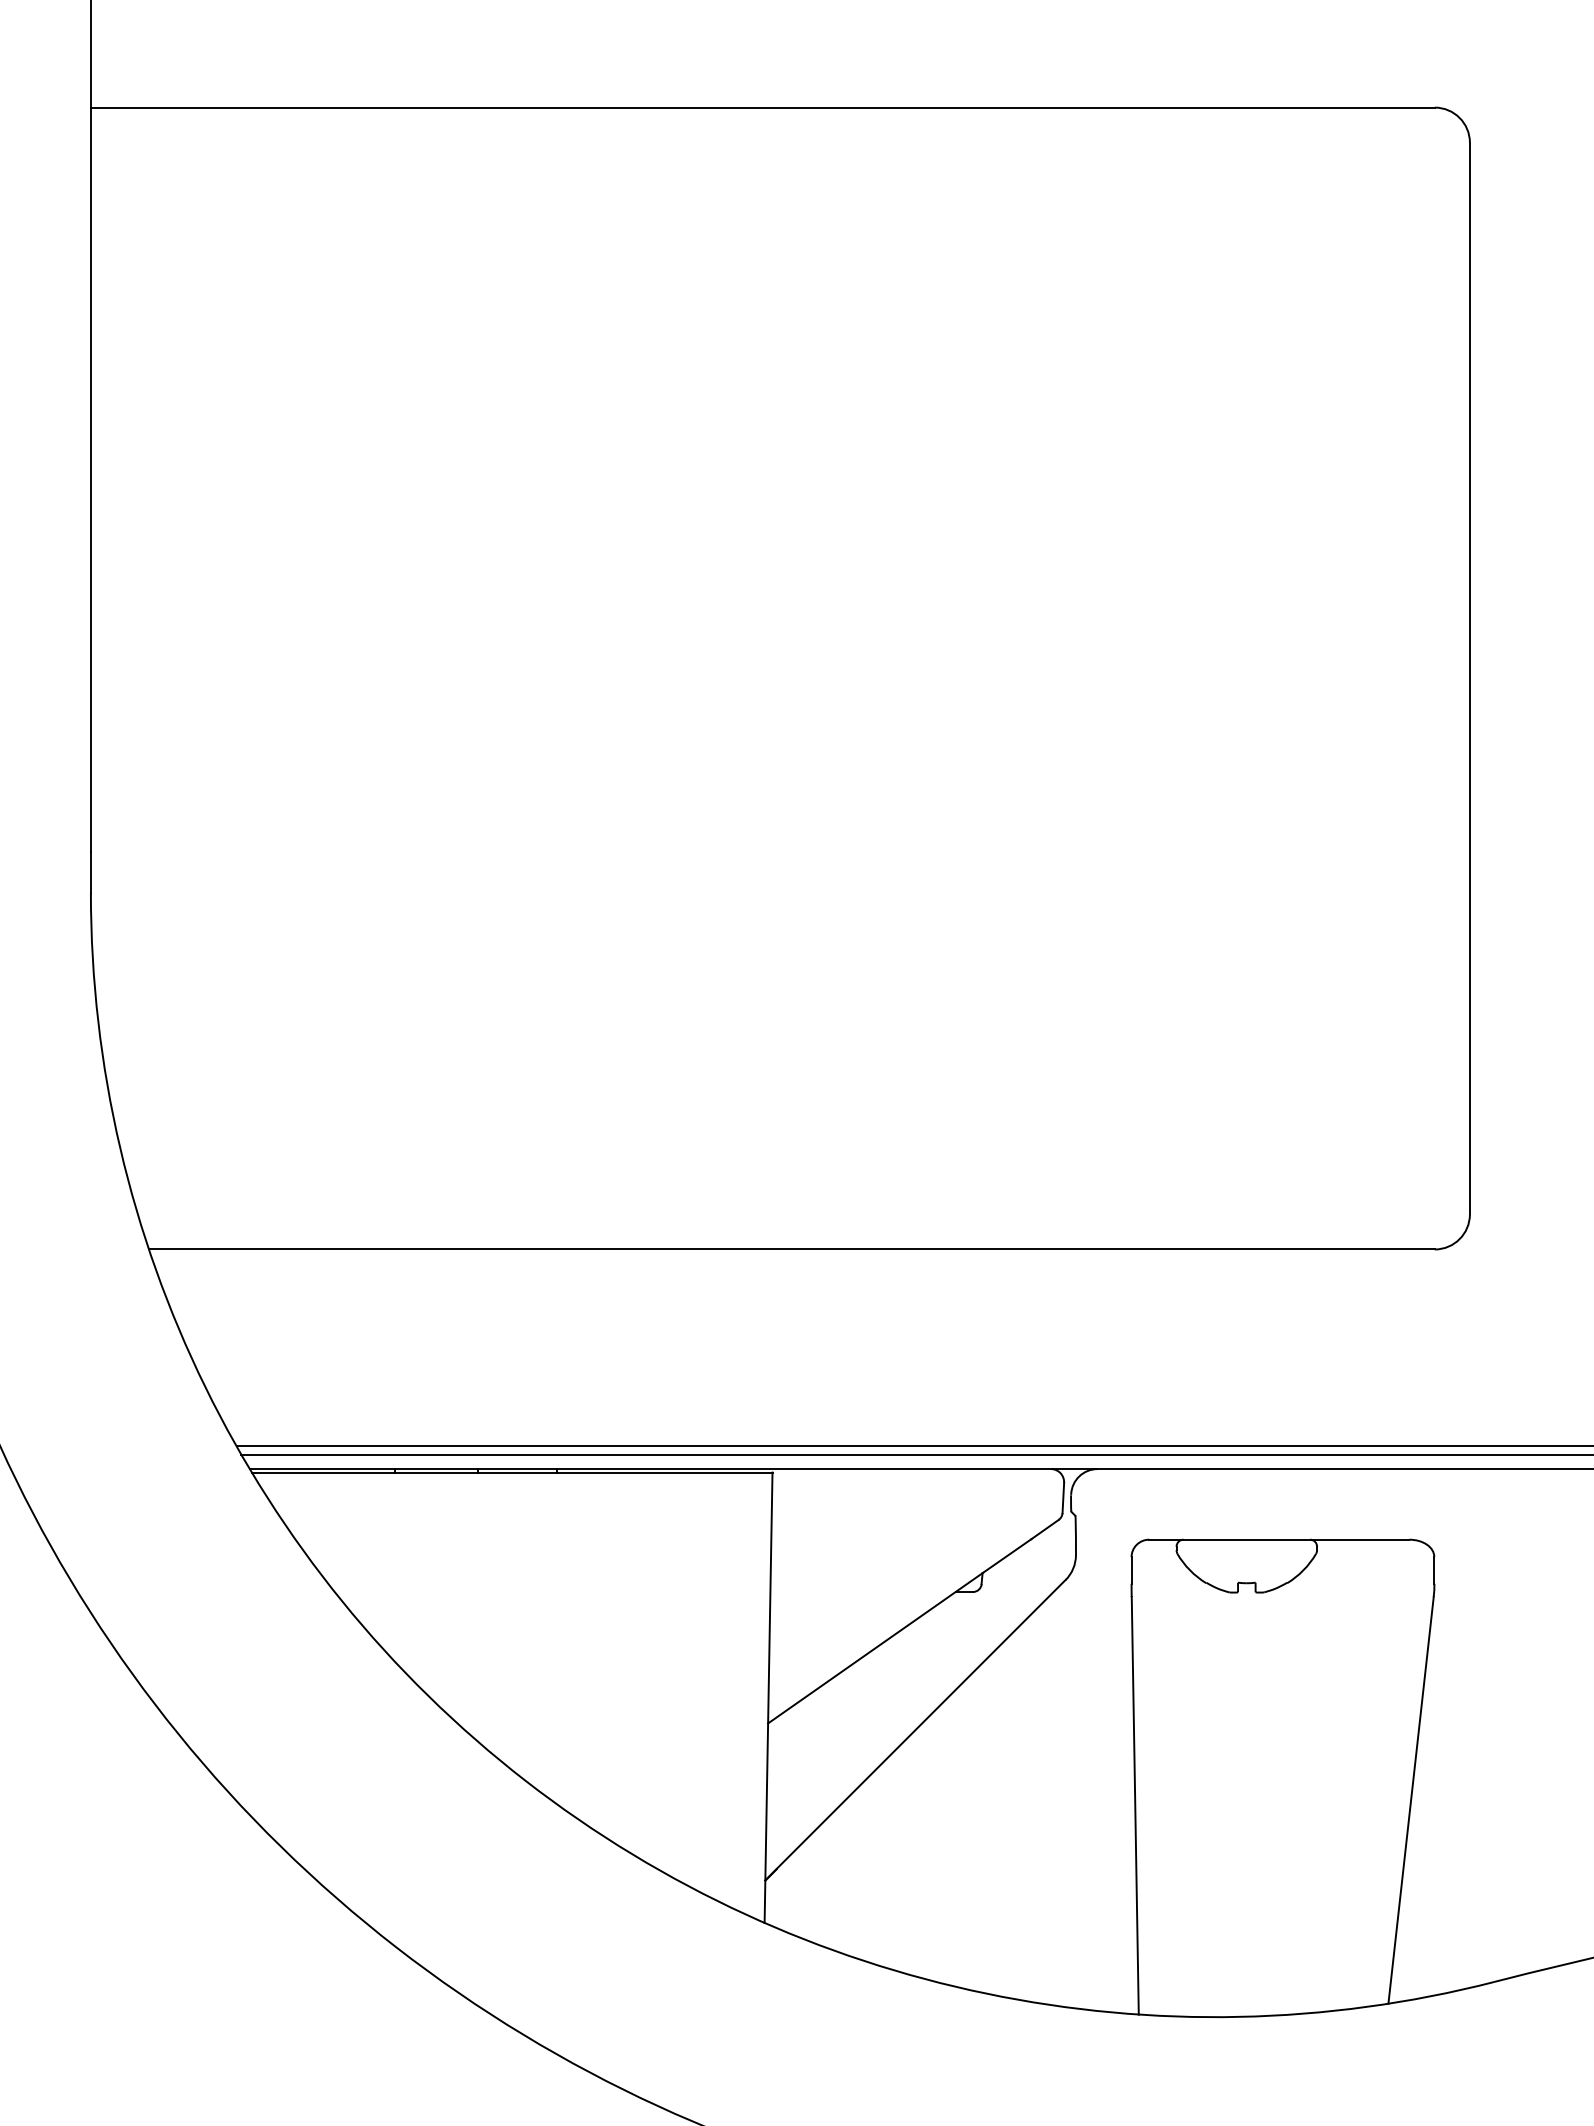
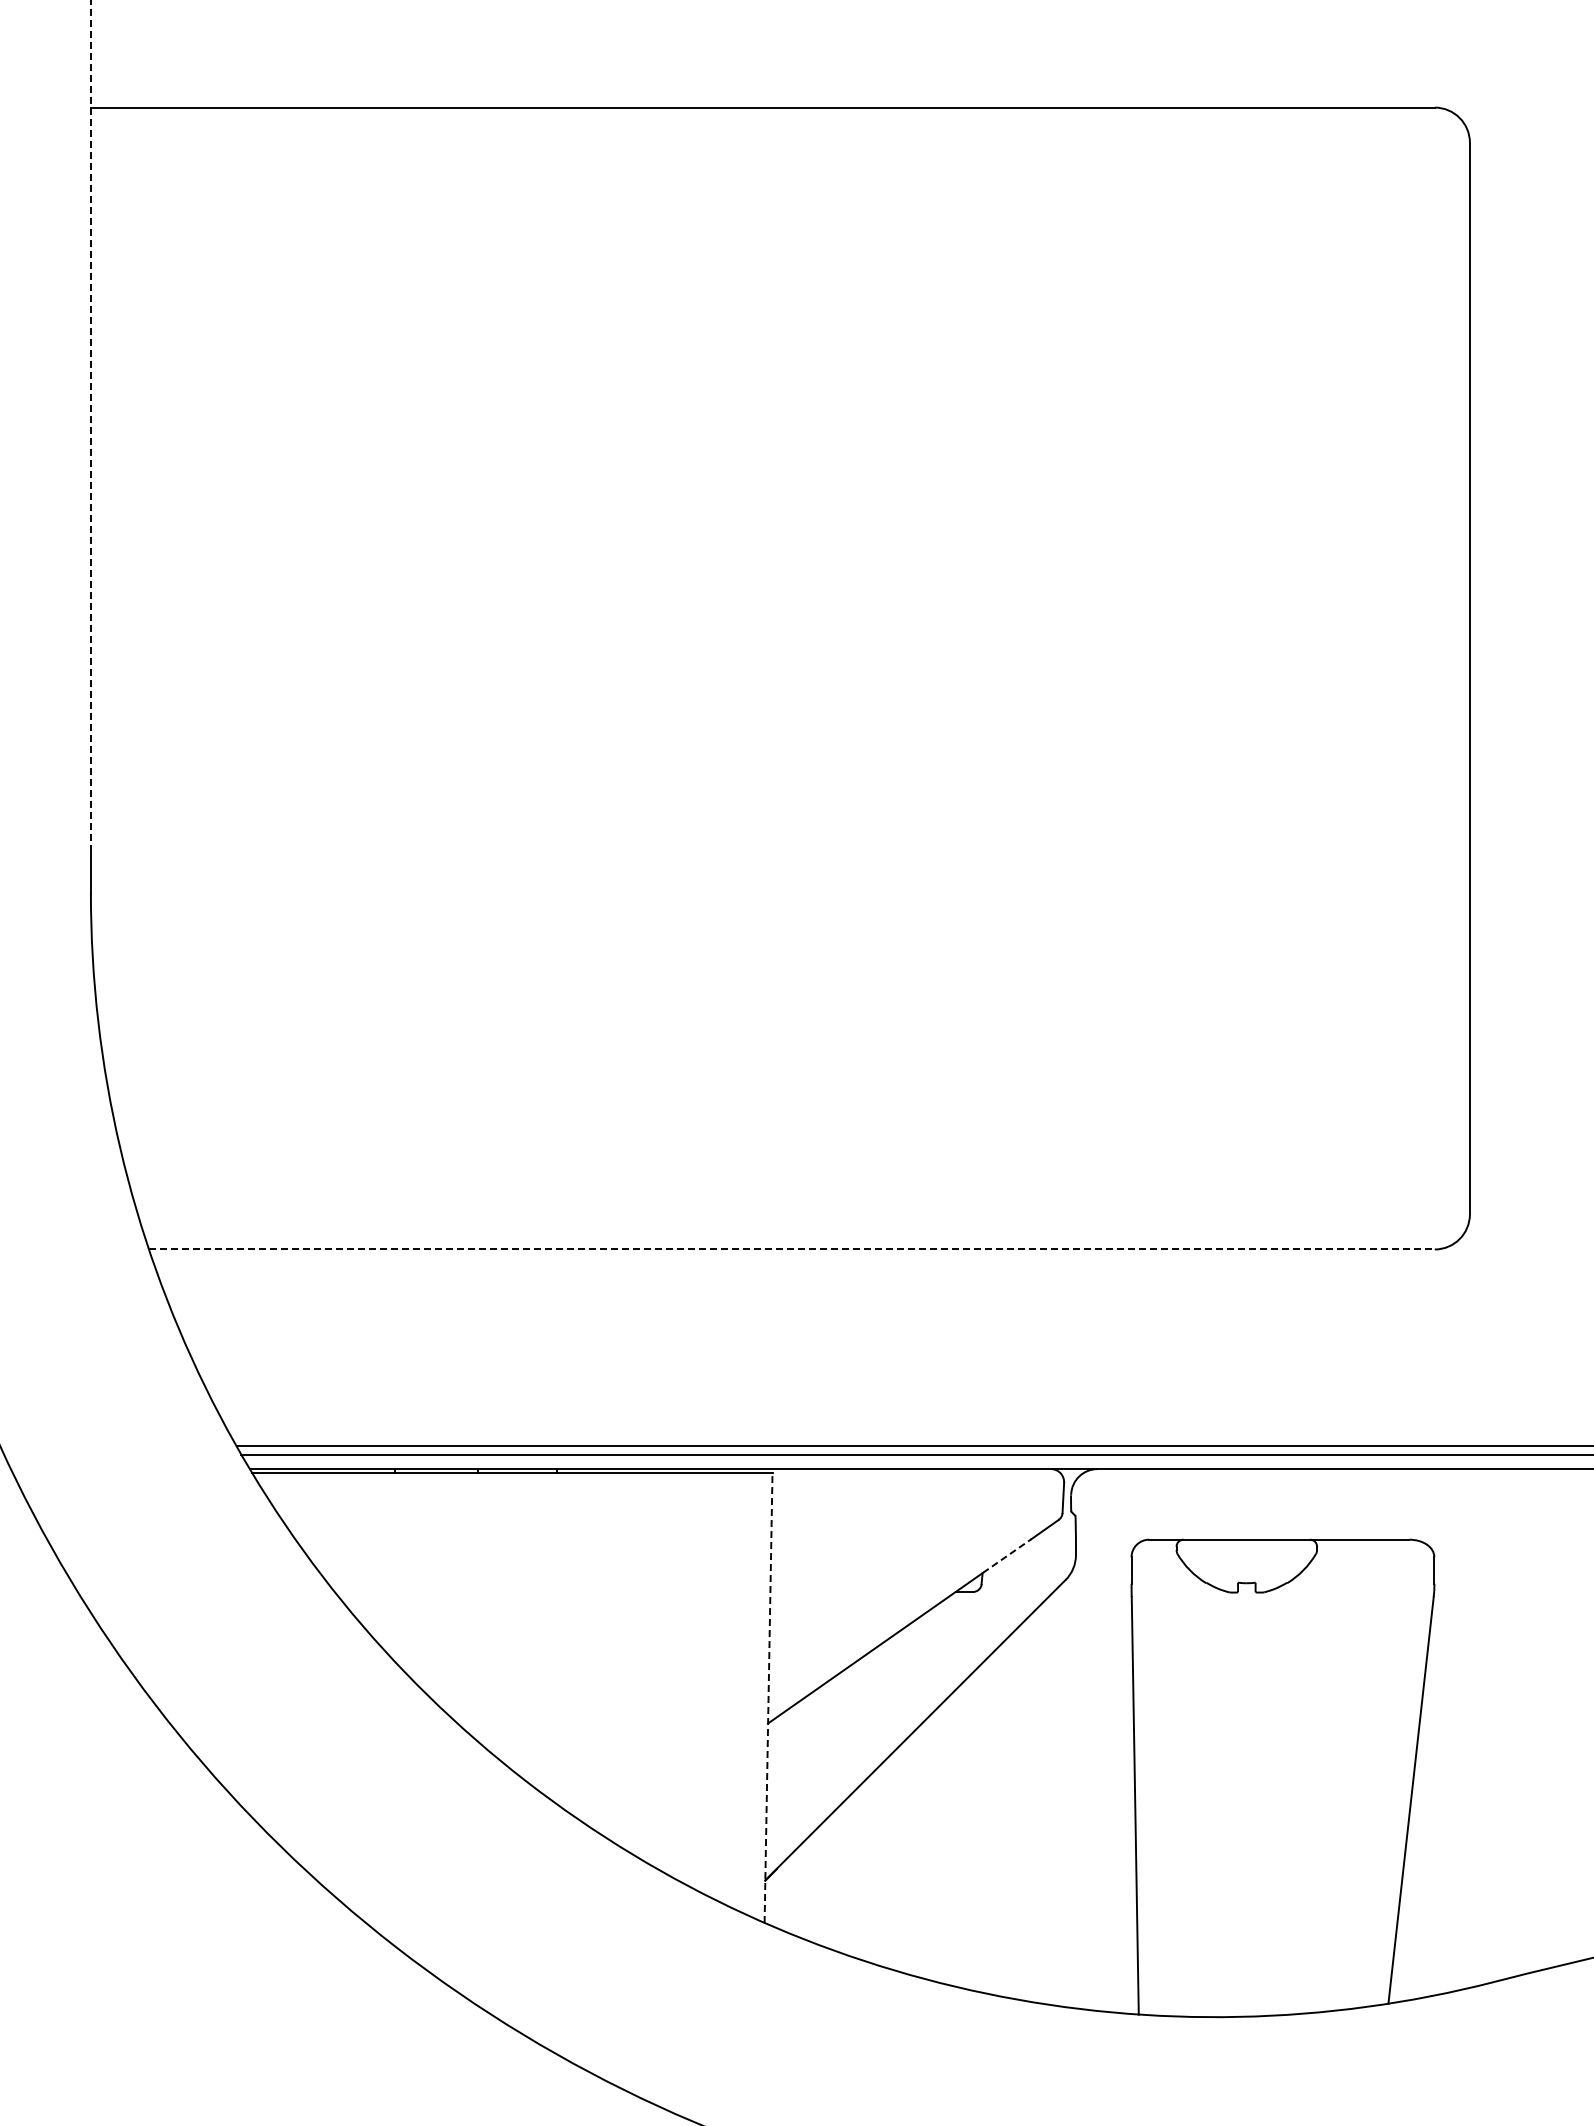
line at (90, 426): solid -> dashed
line at (791, 1249): solid -> dashed
line at (1007, 1556): solid -> dashed
line at (768, 1697): solid -> dashed
